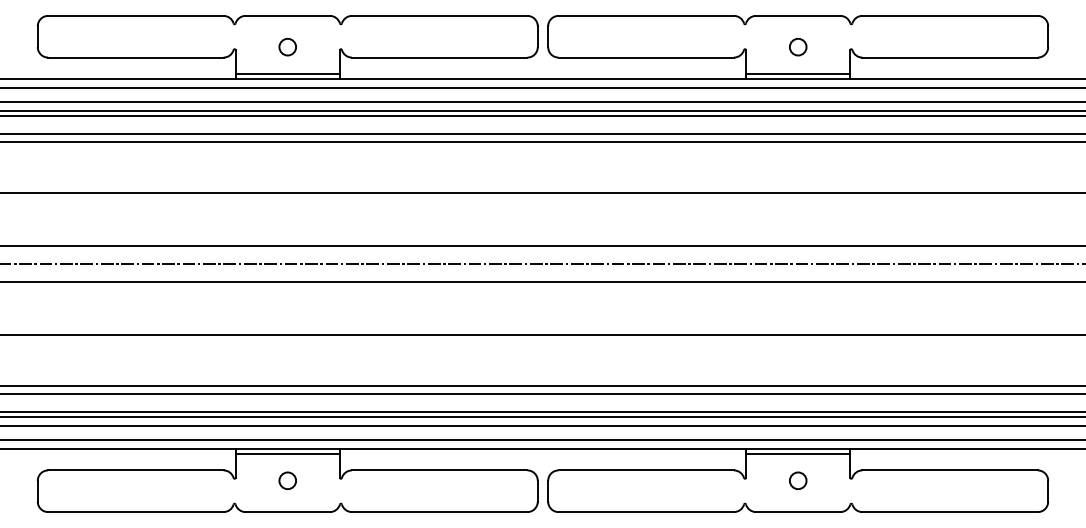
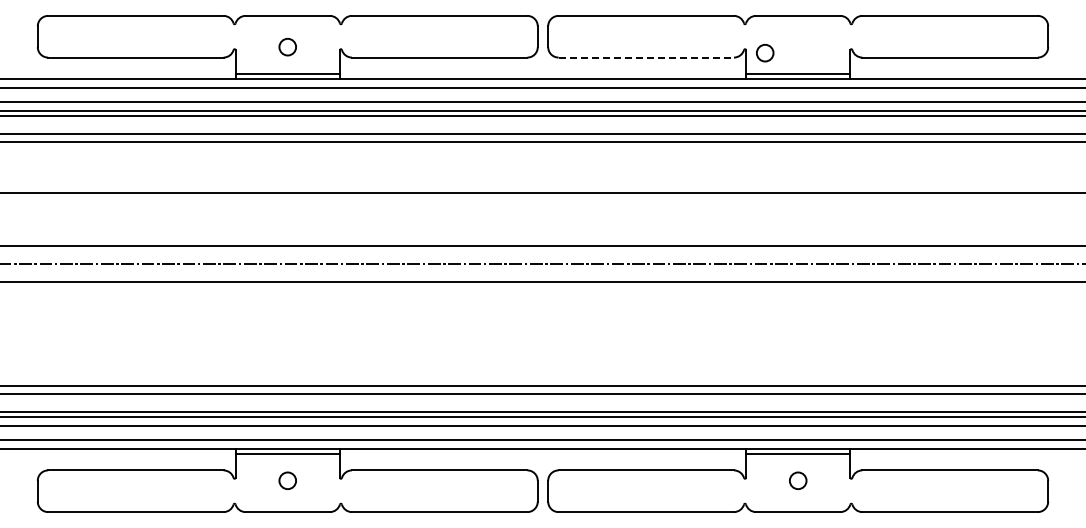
circle at (798, 47) position: (798, 47) -> (765, 53)
line at (646, 57): solid -> dashed
line at (542, 334): present -> none
